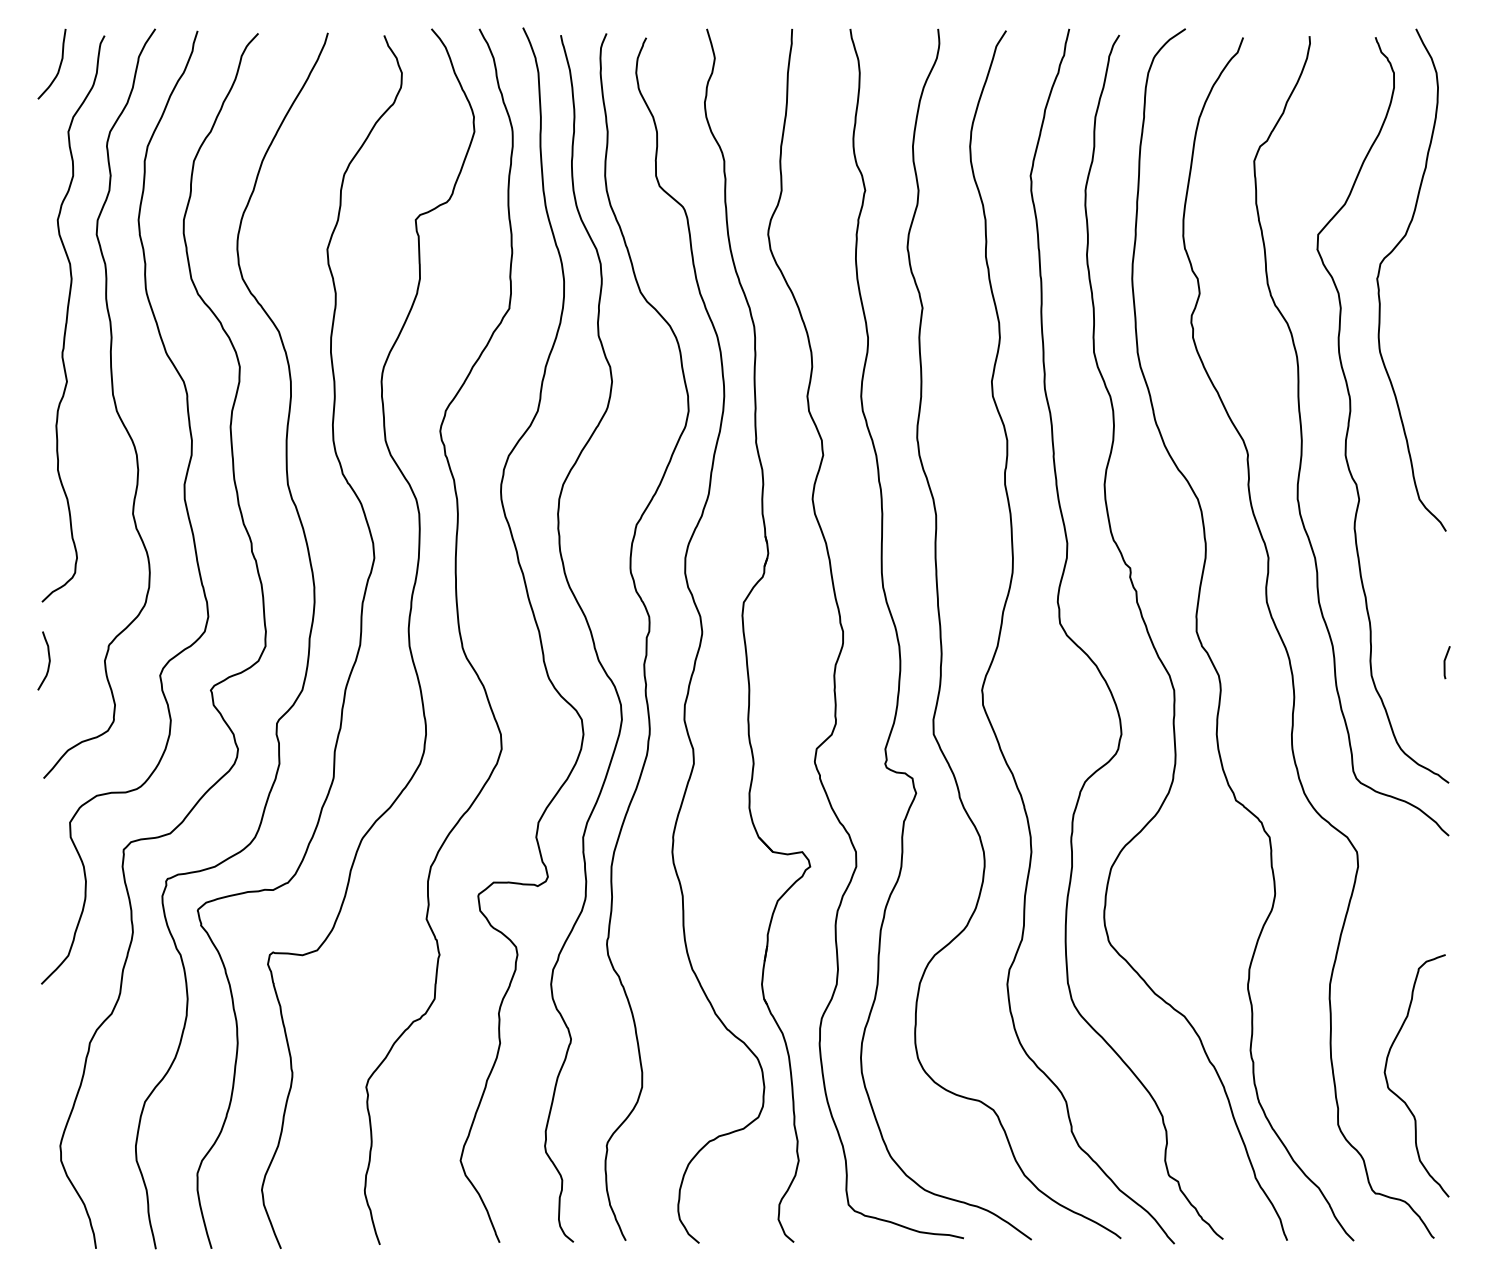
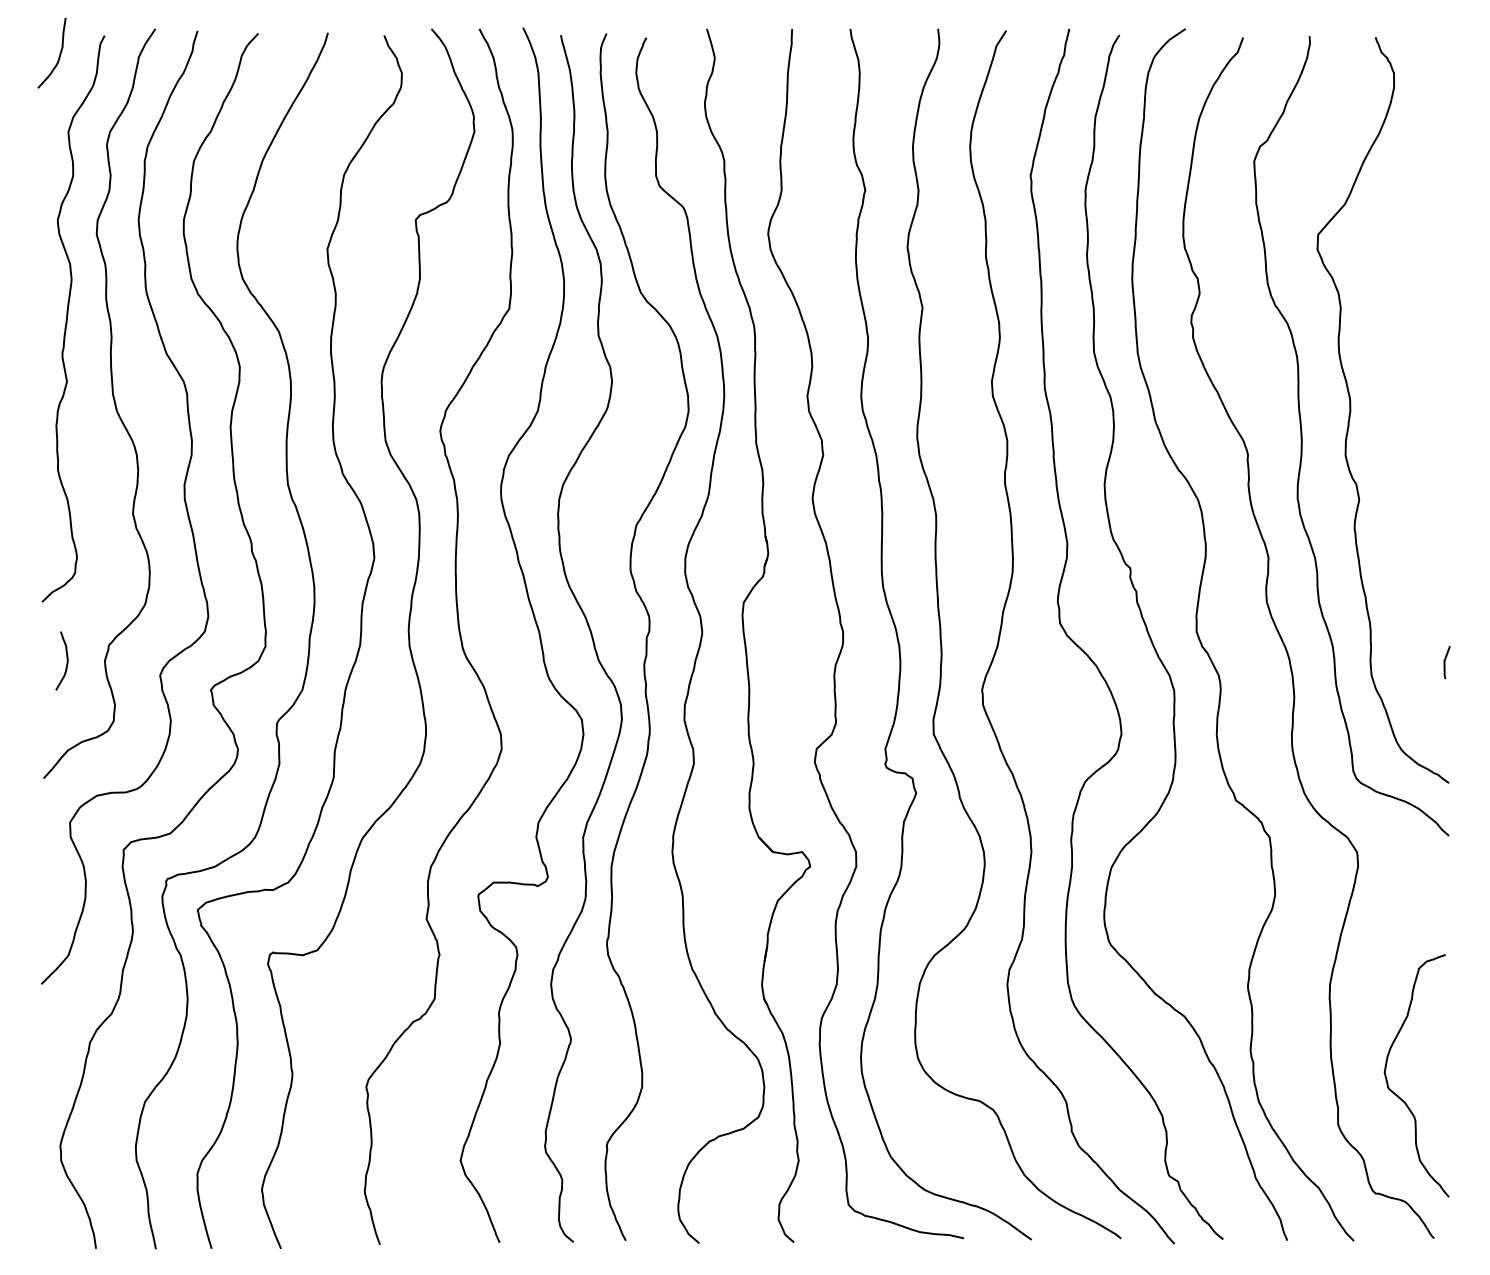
curve at (59, 64) position: (59, 64) -> (59, 53)
curve at (1379, 275): present -> none
curve at (48, 659) position: (48, 659) -> (66, 659)
